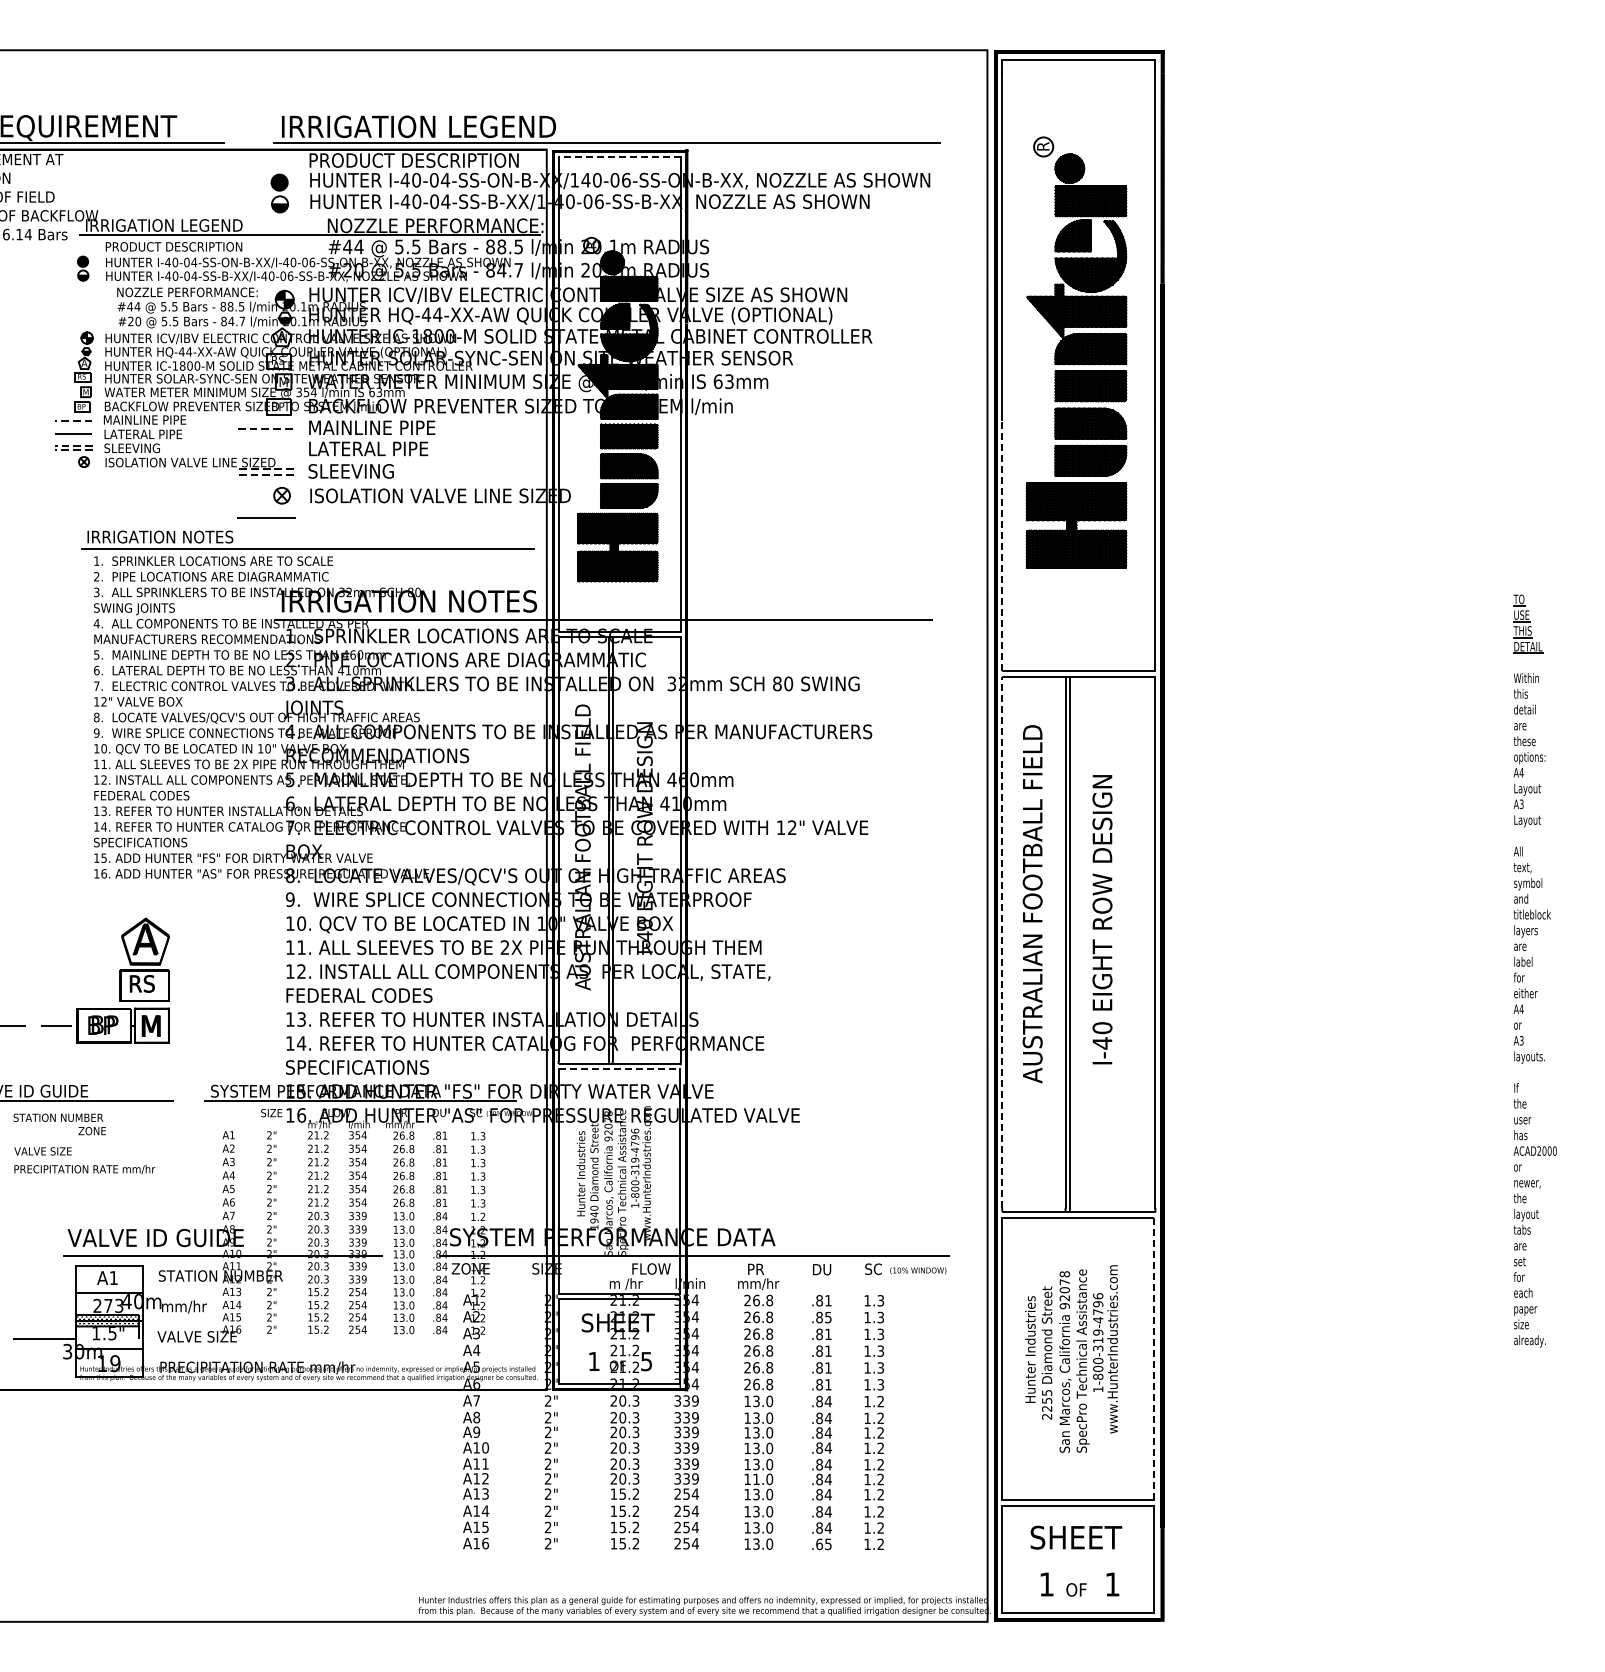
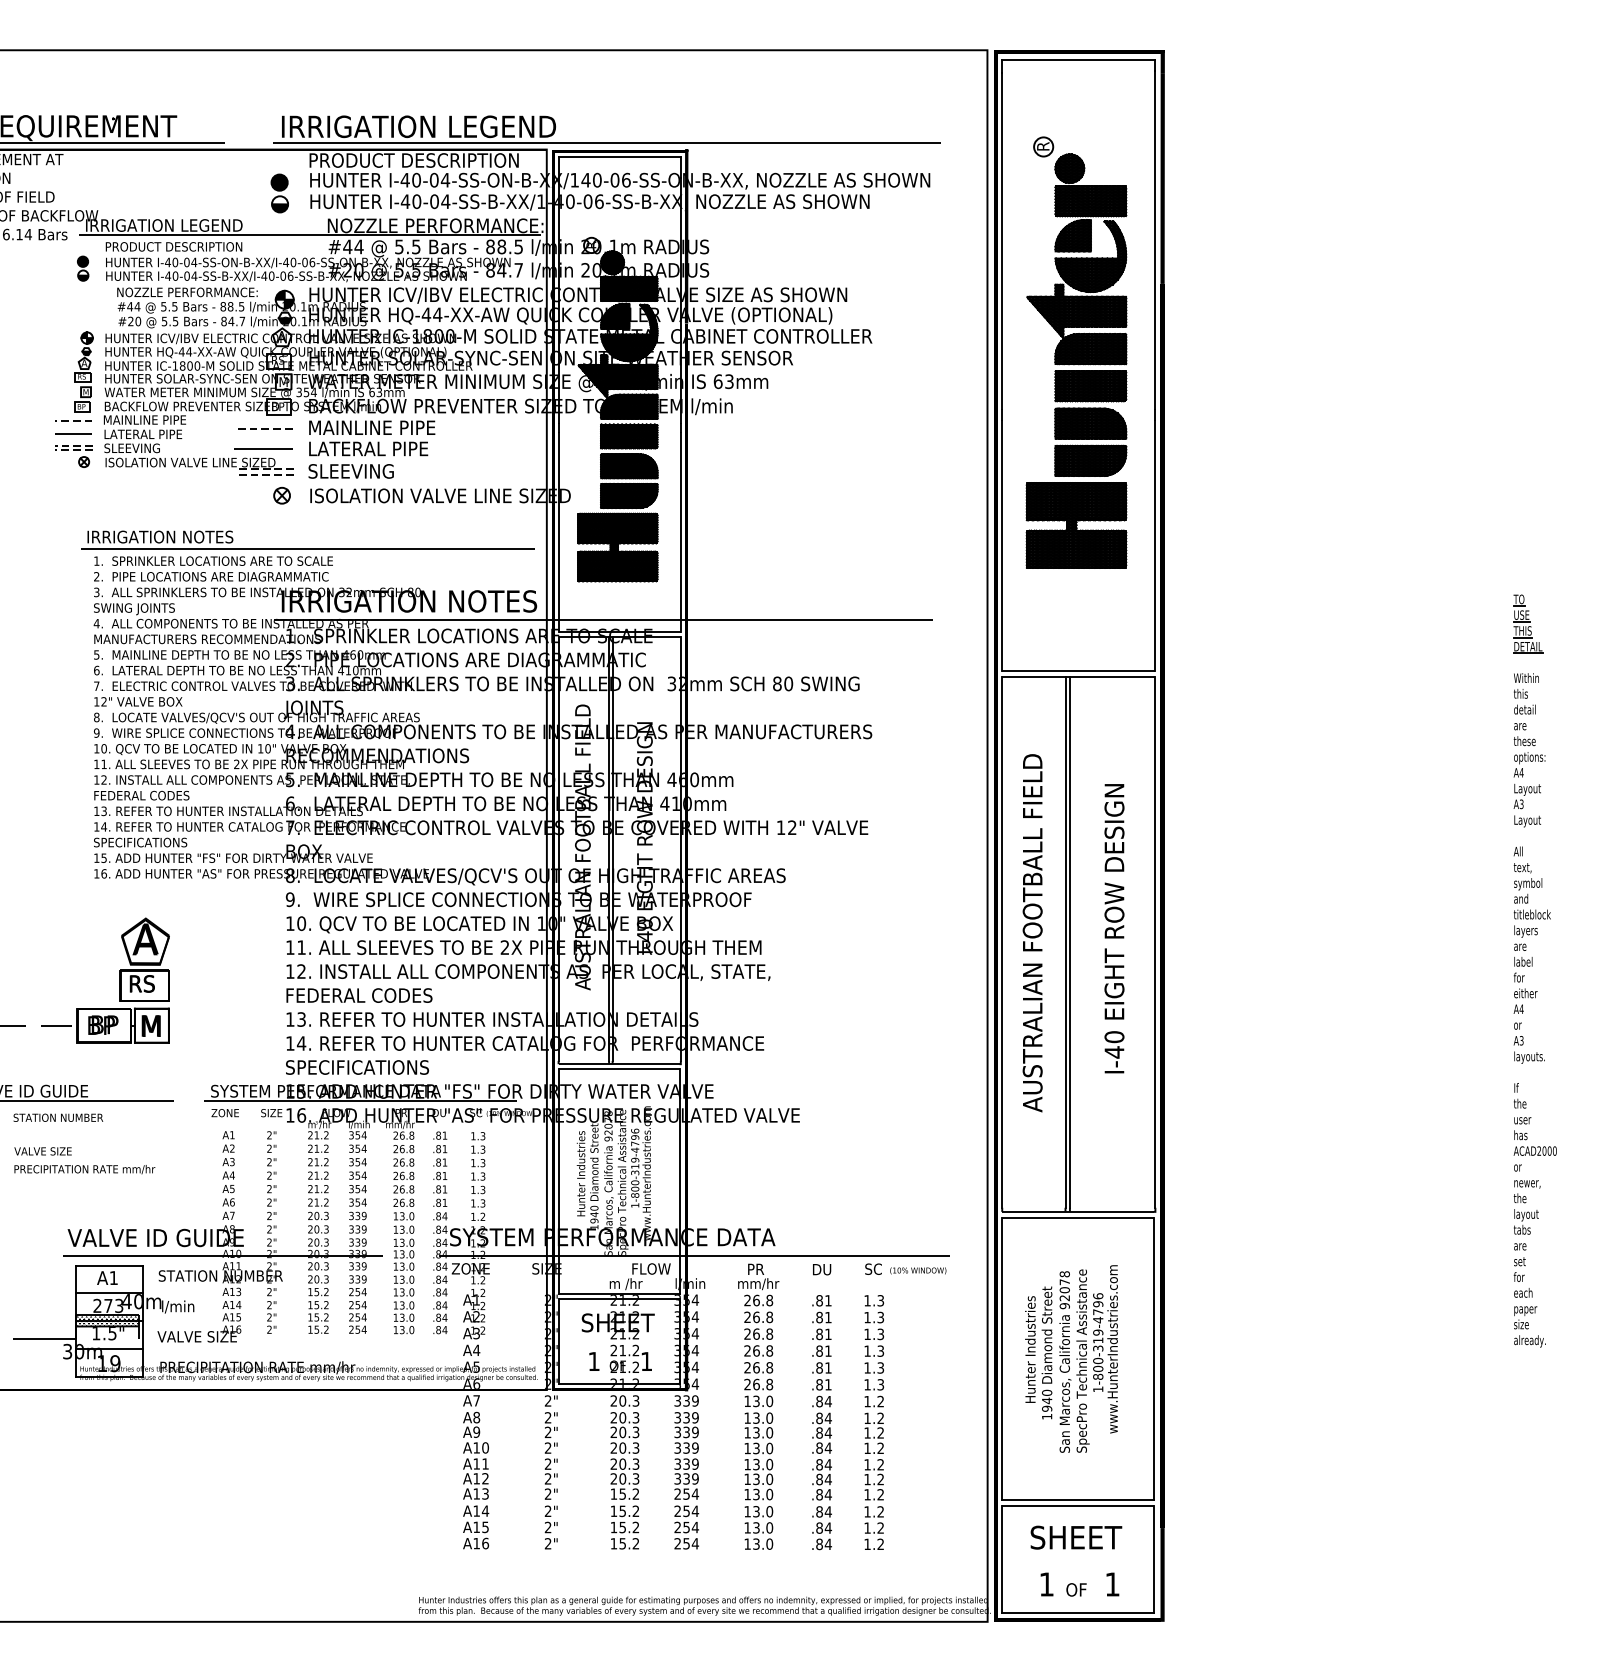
line at (619, 157): dashed -> solid
line at (266, 517) position: (266, 517) -> (263, 448)
line at (1002, 545): dashed -> solid
text at (1032, 904) position: (1032, 904) -> (1032, 933)
text at (1102, 919) position: (1102, 919) -> (1114, 928)
line at (1002, 942): dashed -> solid
line at (619, 1069): dashed -> solid
text at (91, 1131) position: (91, 1131) -> (224, 1113)
text at (184, 1306): mm/hr -> l/min
text at (828, 1317): .85 -> .81
line at (1153, 1358): dashed -> solid
text at (646, 1361): 5 -> 1
text at (1047, 1404): 2255 -> 1940
text at (756, 1479): 11.0 -> 13.0
text at (823, 1544): .65 -> .84
